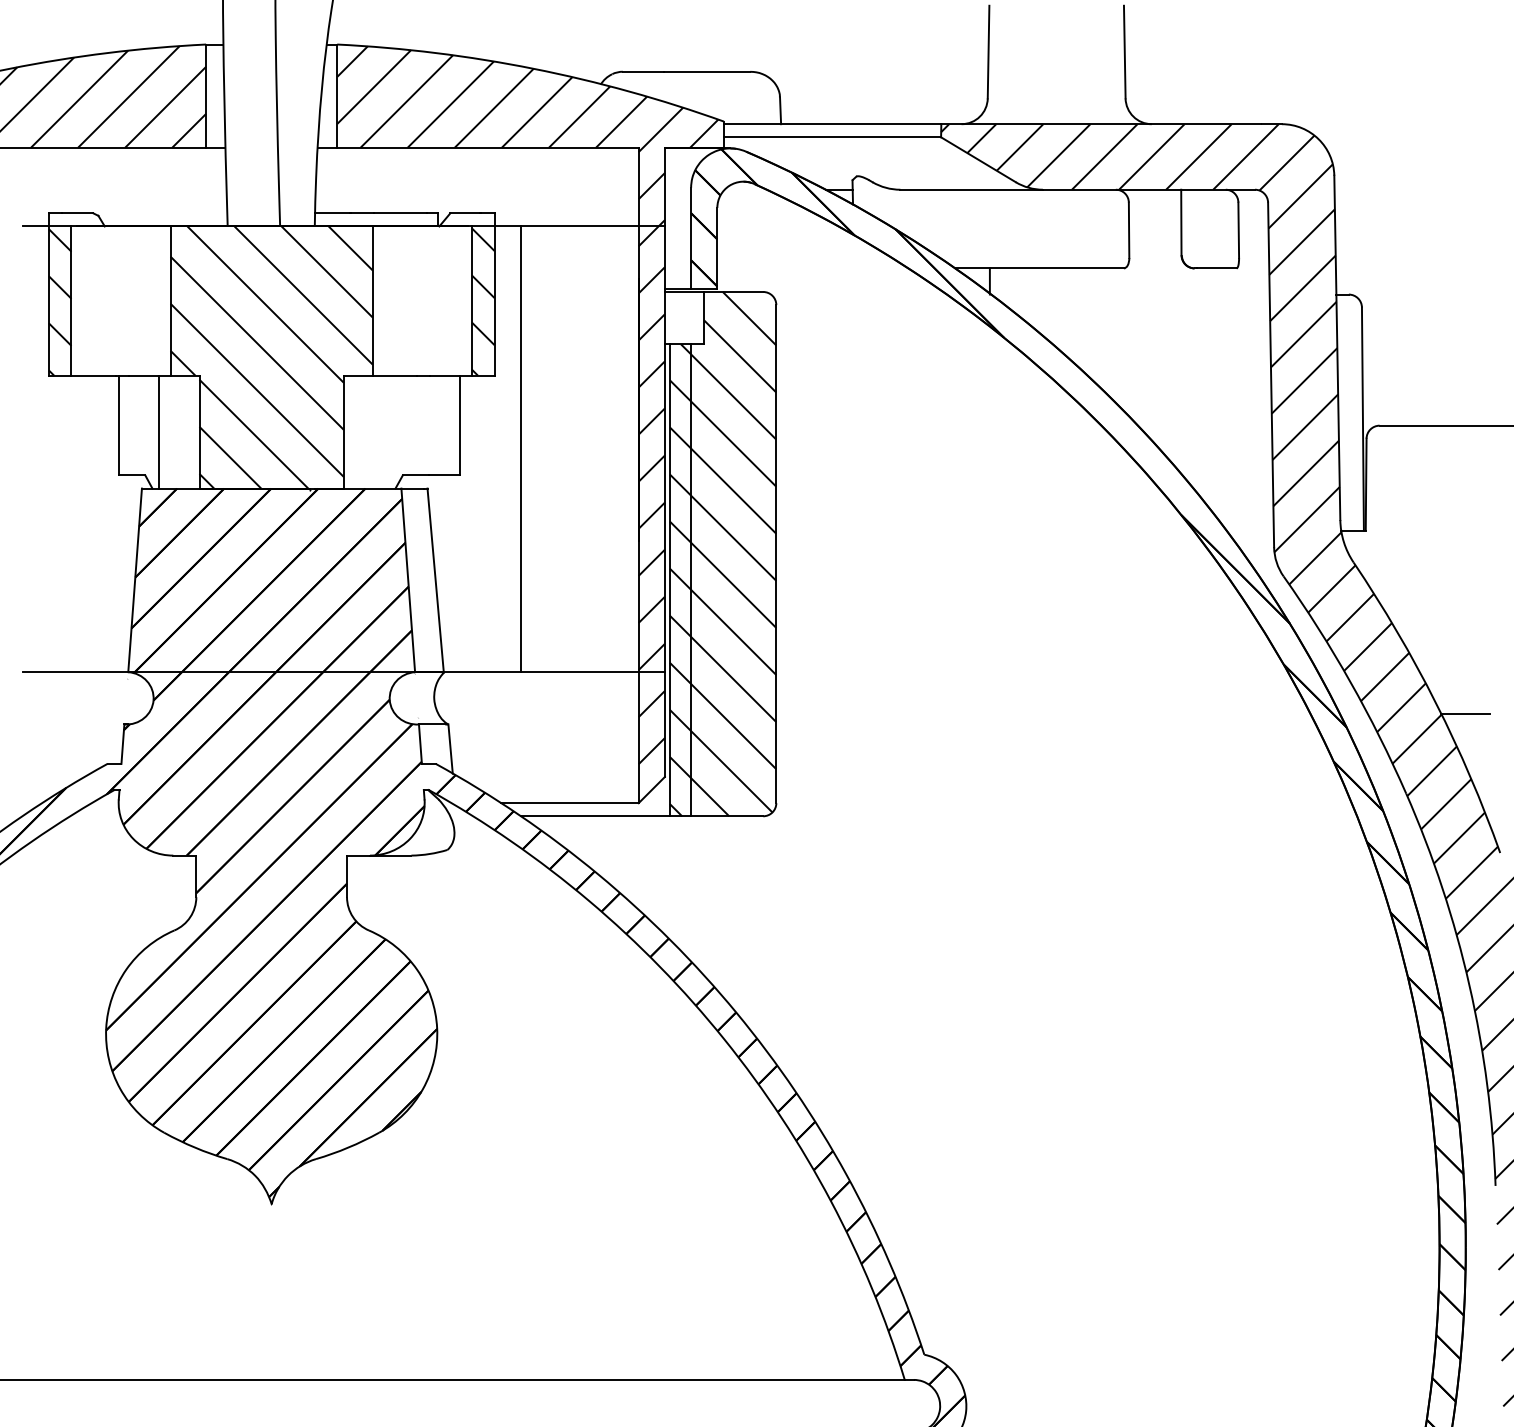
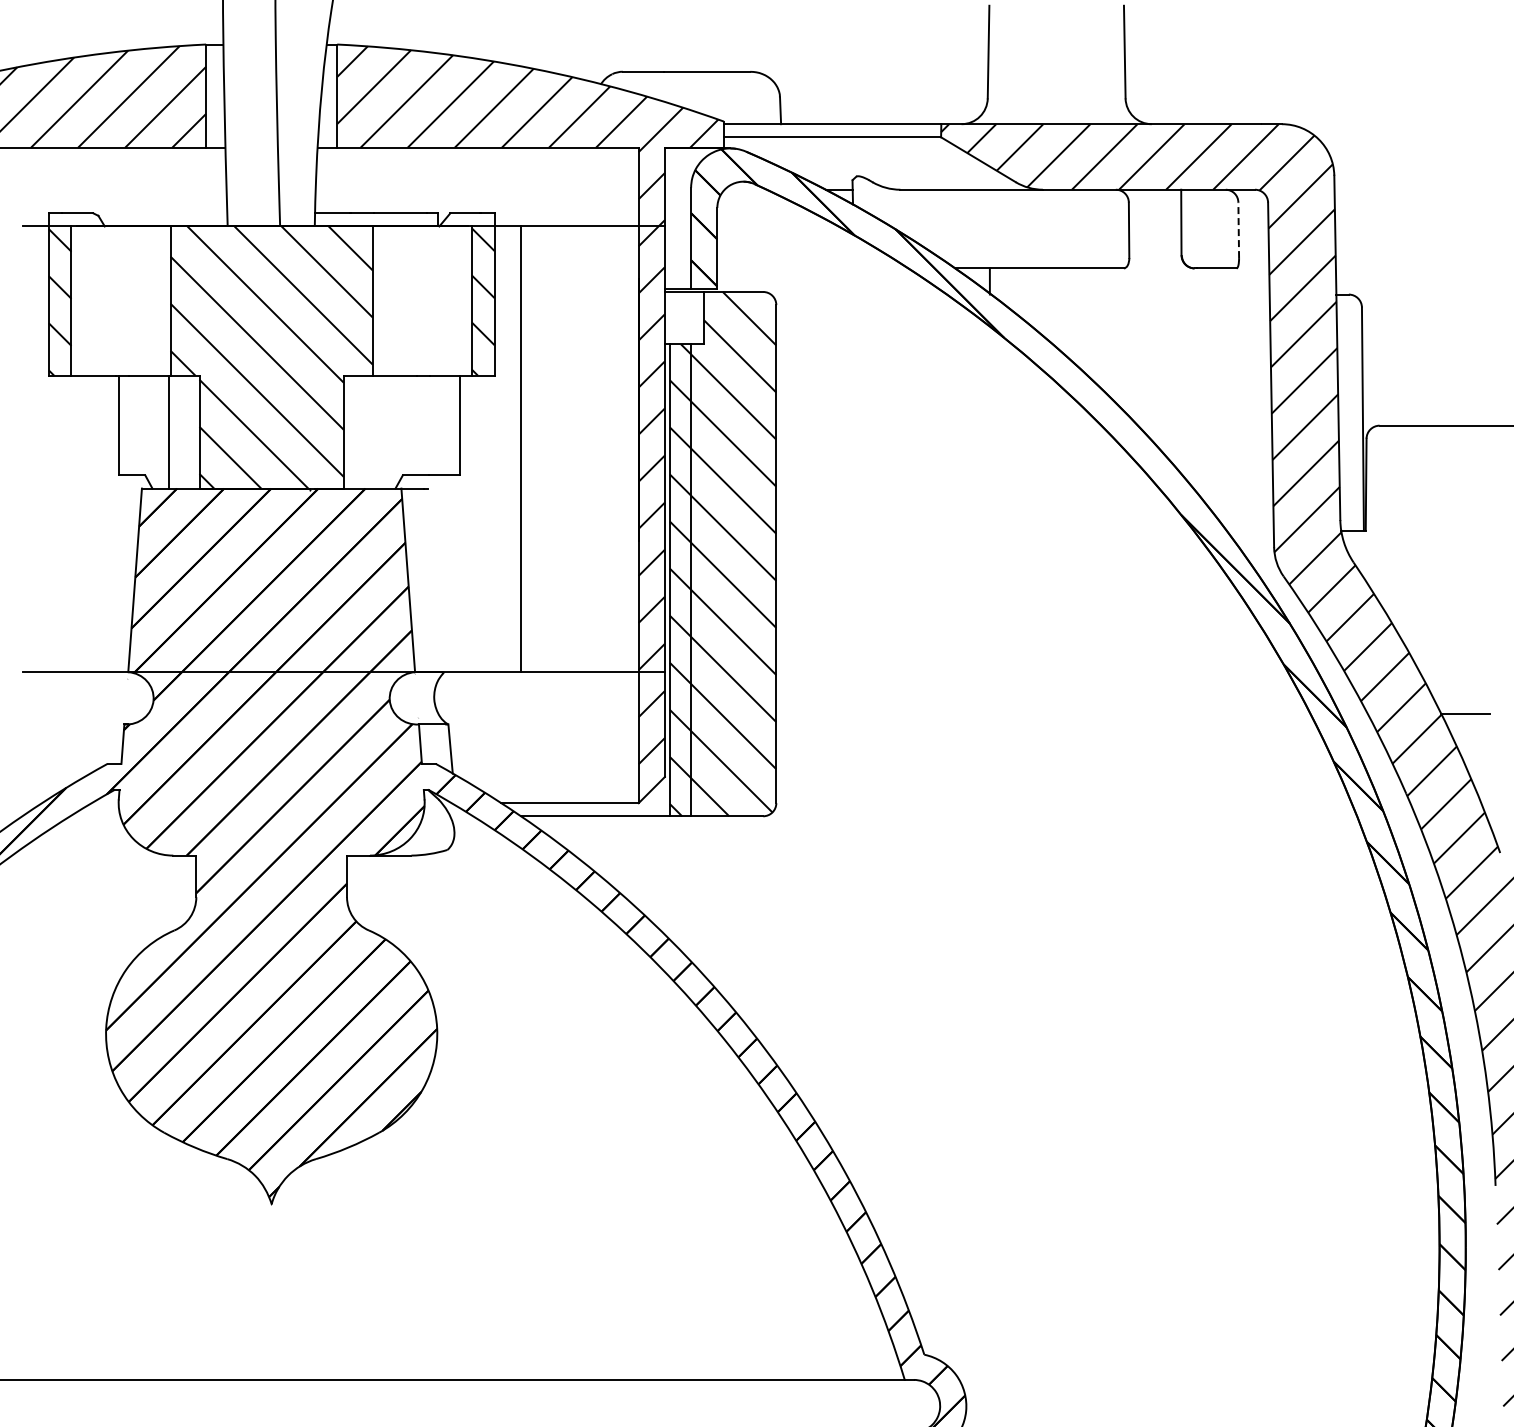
line at (1238, 230): solid -> dashed
line at (159, 431) position: (159, 431) -> (169, 431)
line at (435, 580): present -> none
